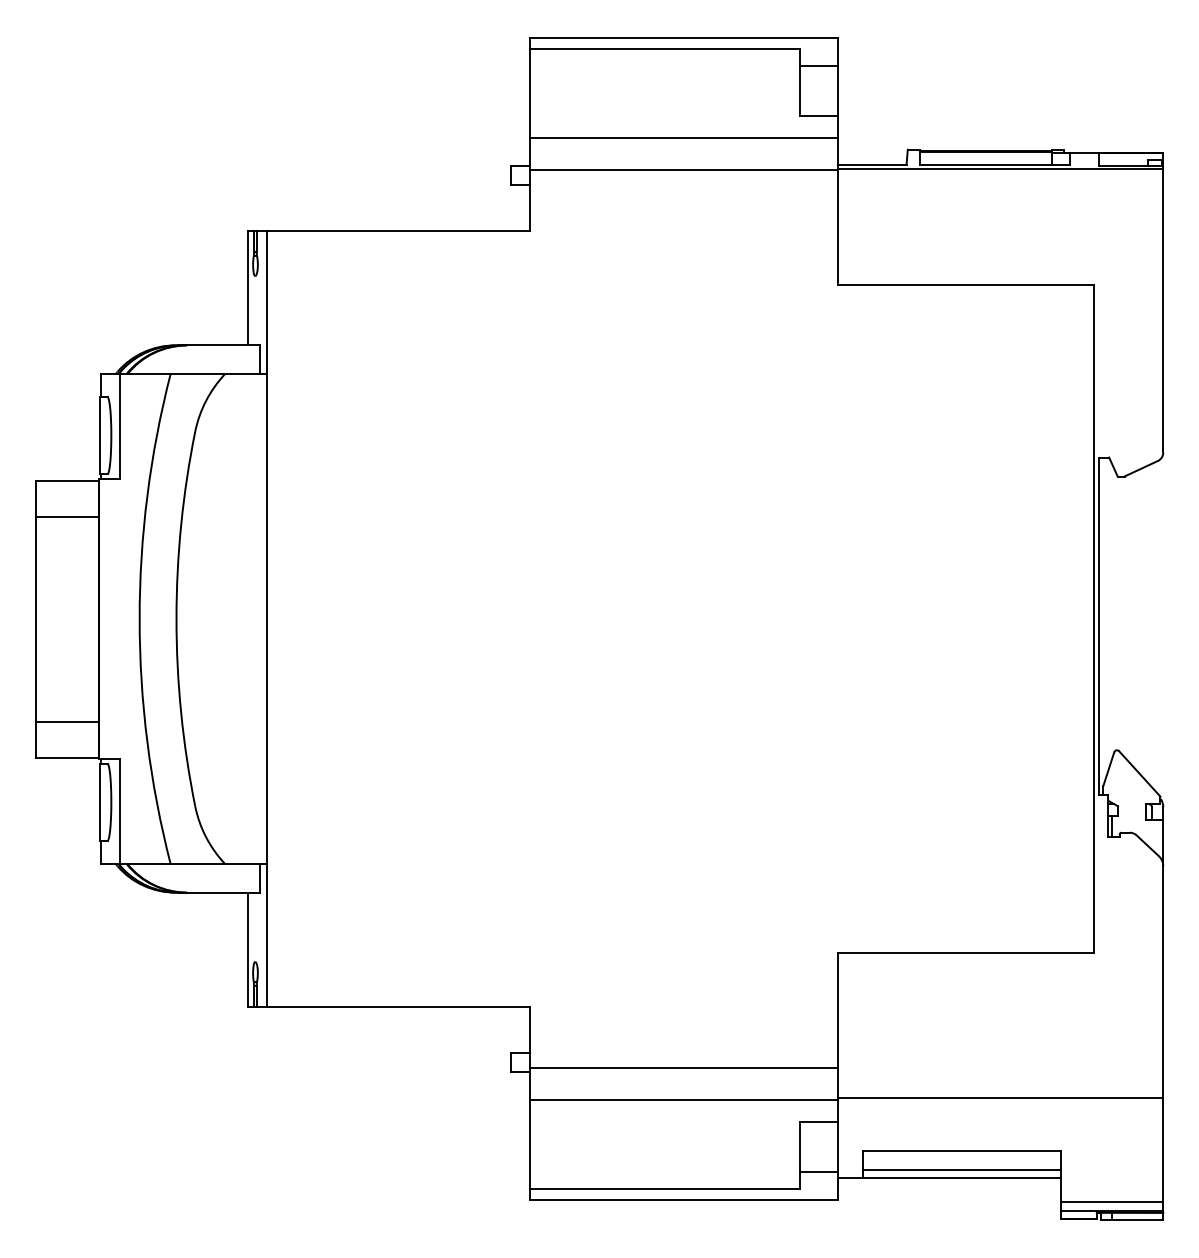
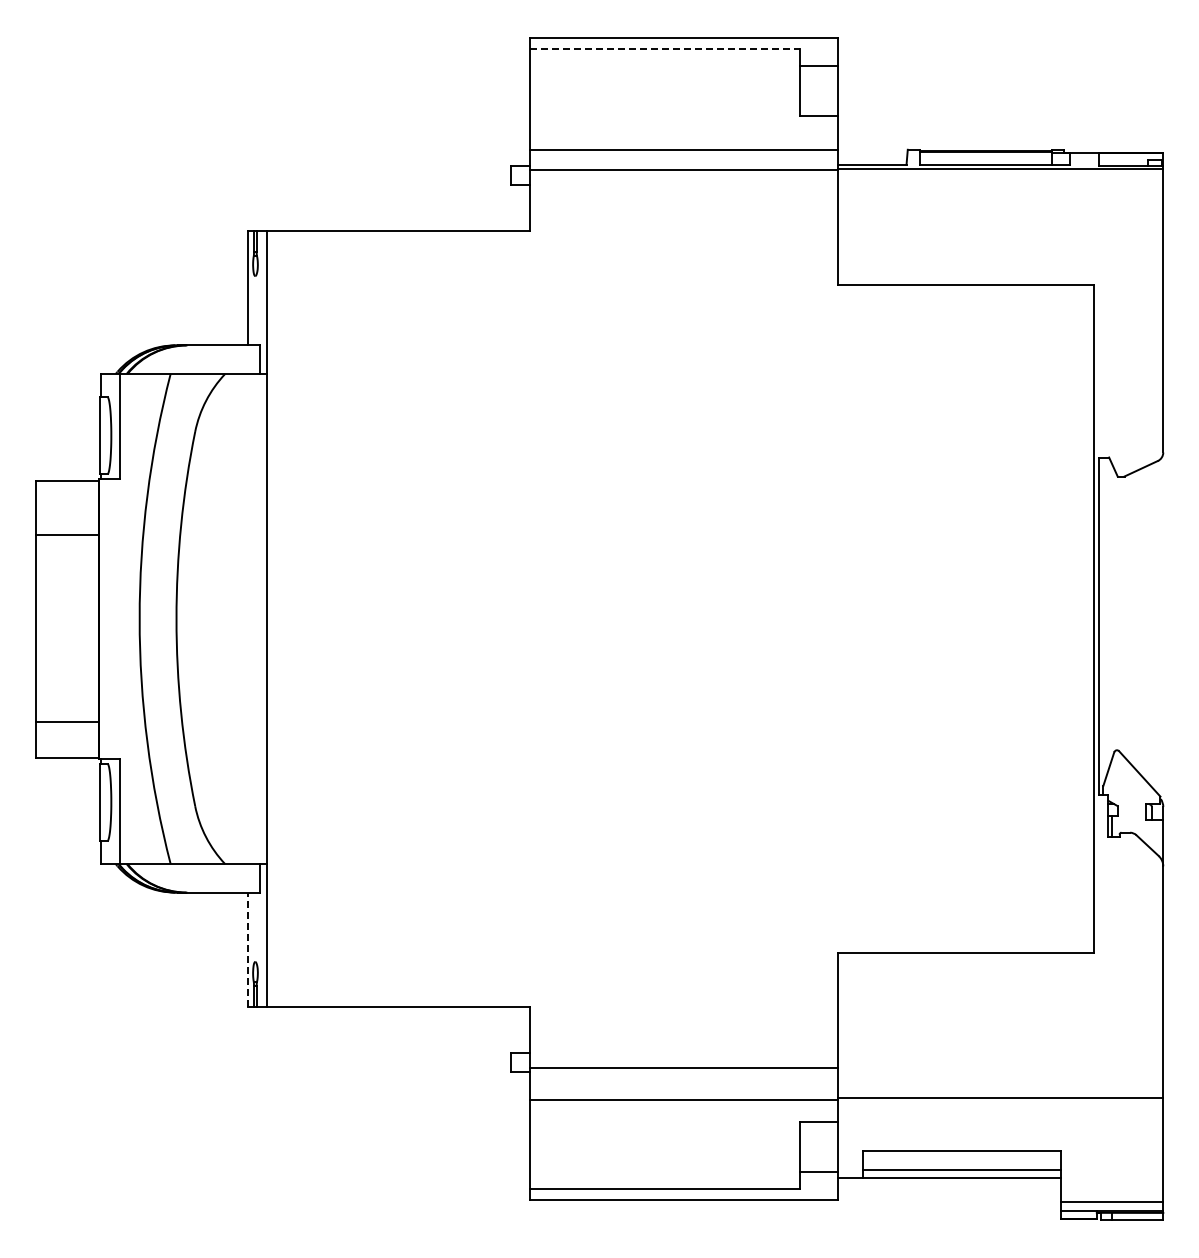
line at (664, 49): solid -> dashed
line at (683, 137) position: (683, 137) -> (683, 149)
line at (66, 517) position: (66, 517) -> (66, 535)
line at (247, 949): solid -> dashed
